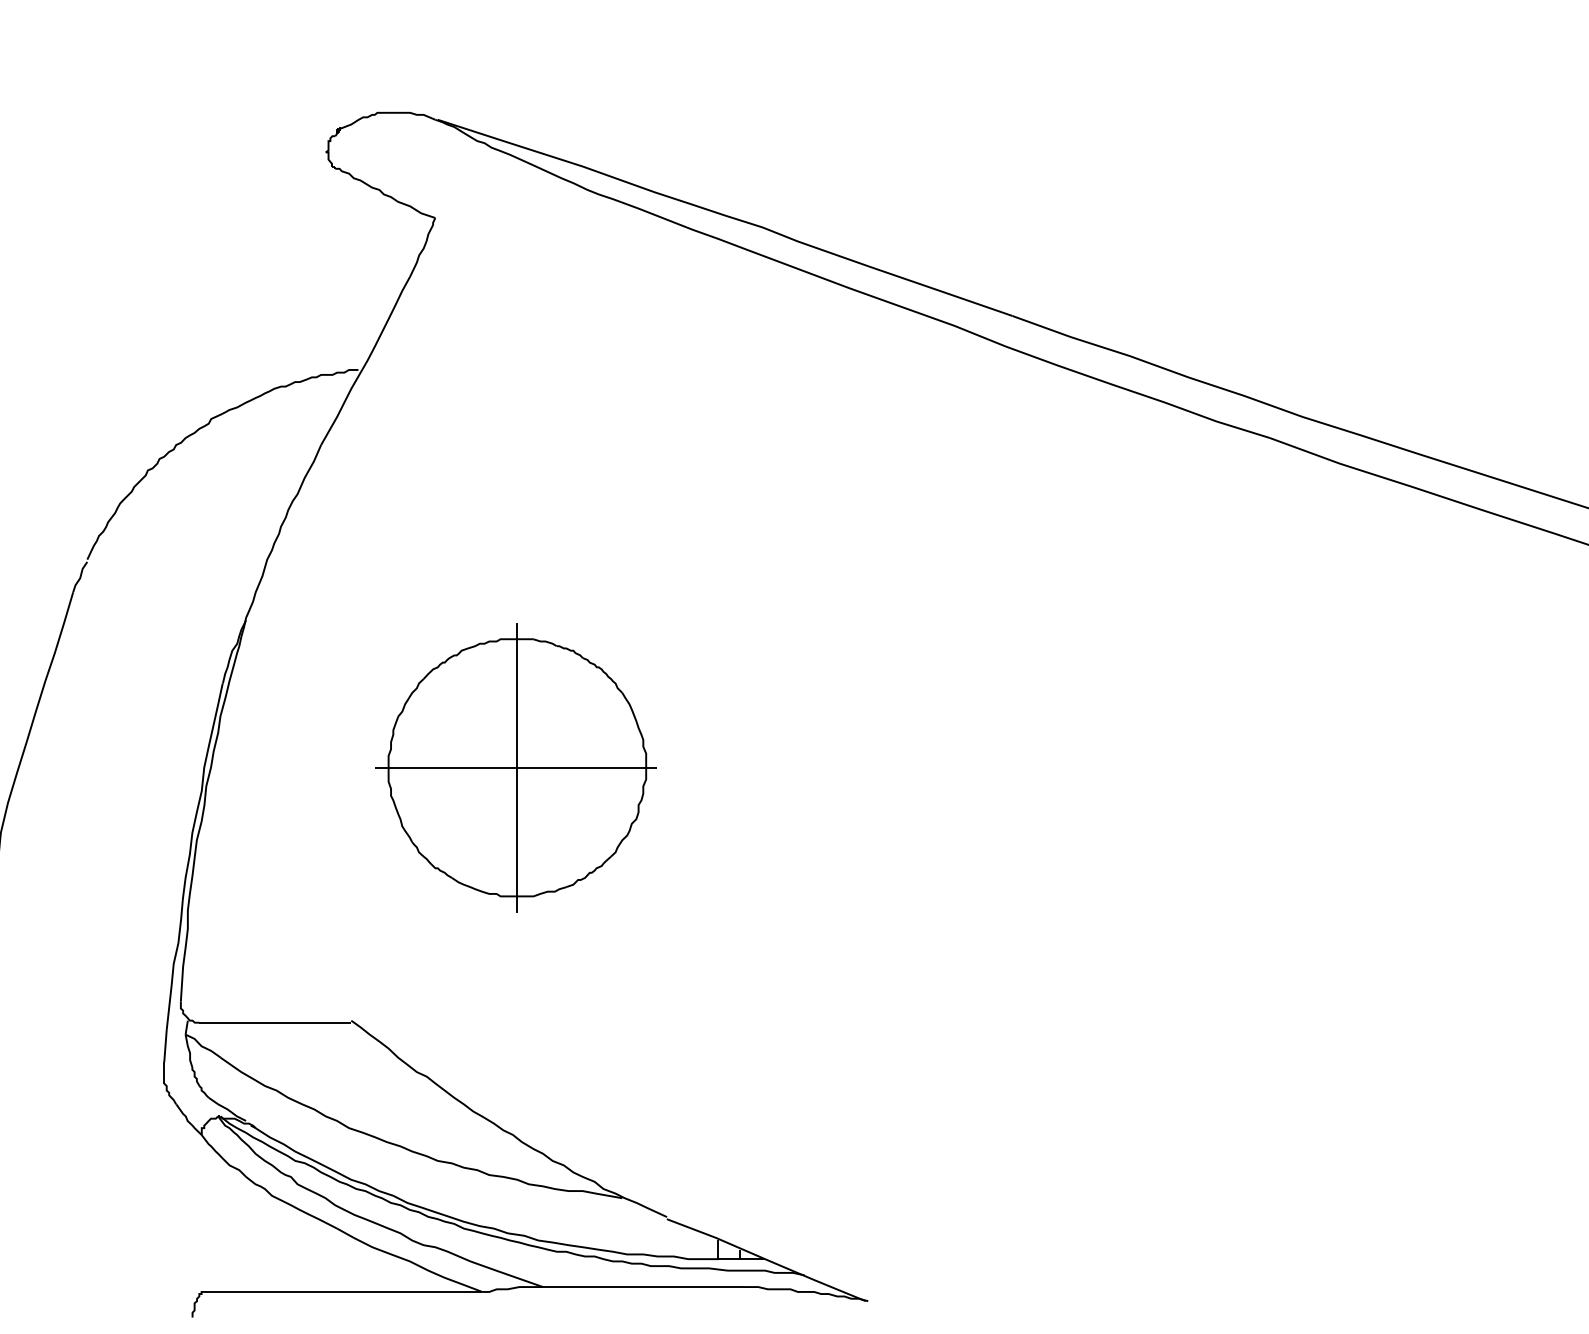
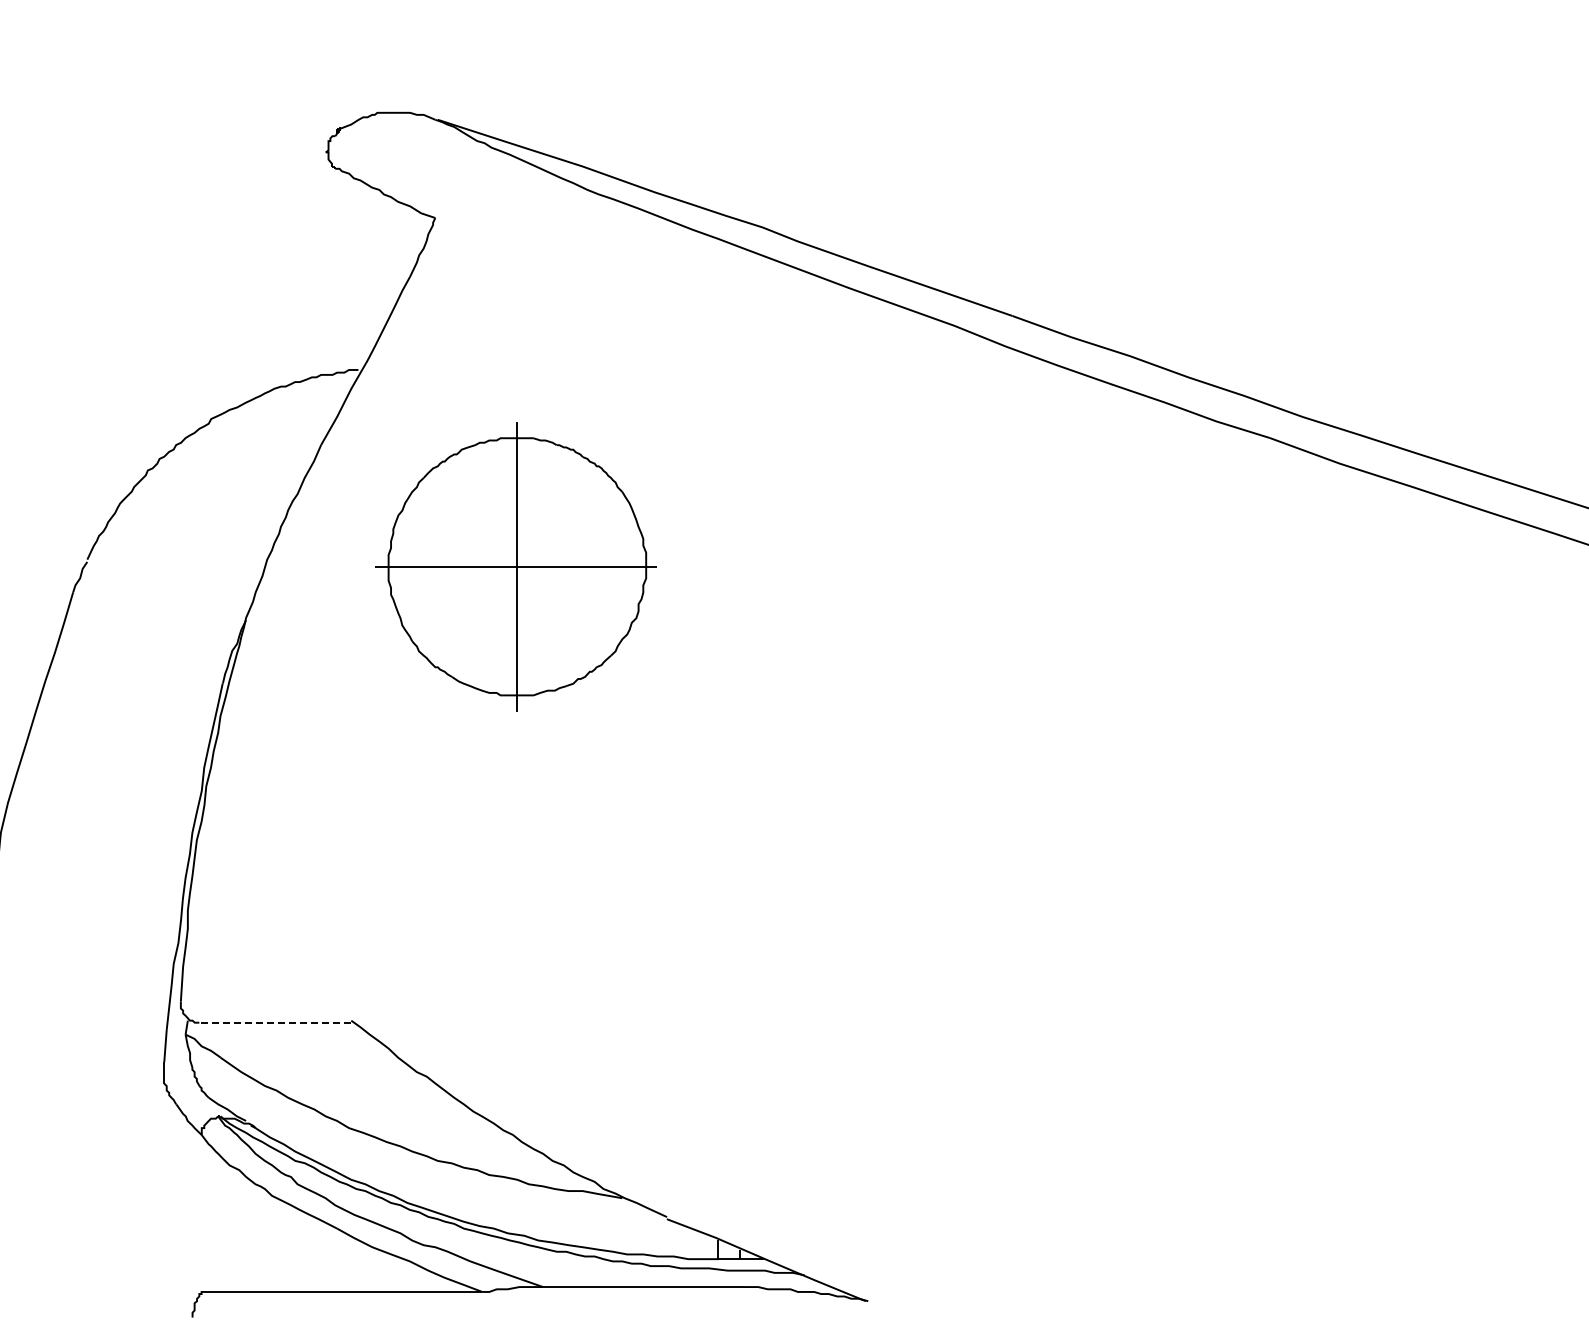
part at (515, 767) position: (515, 767) -> (515, 566)
line at (275, 1022): solid -> dashed
